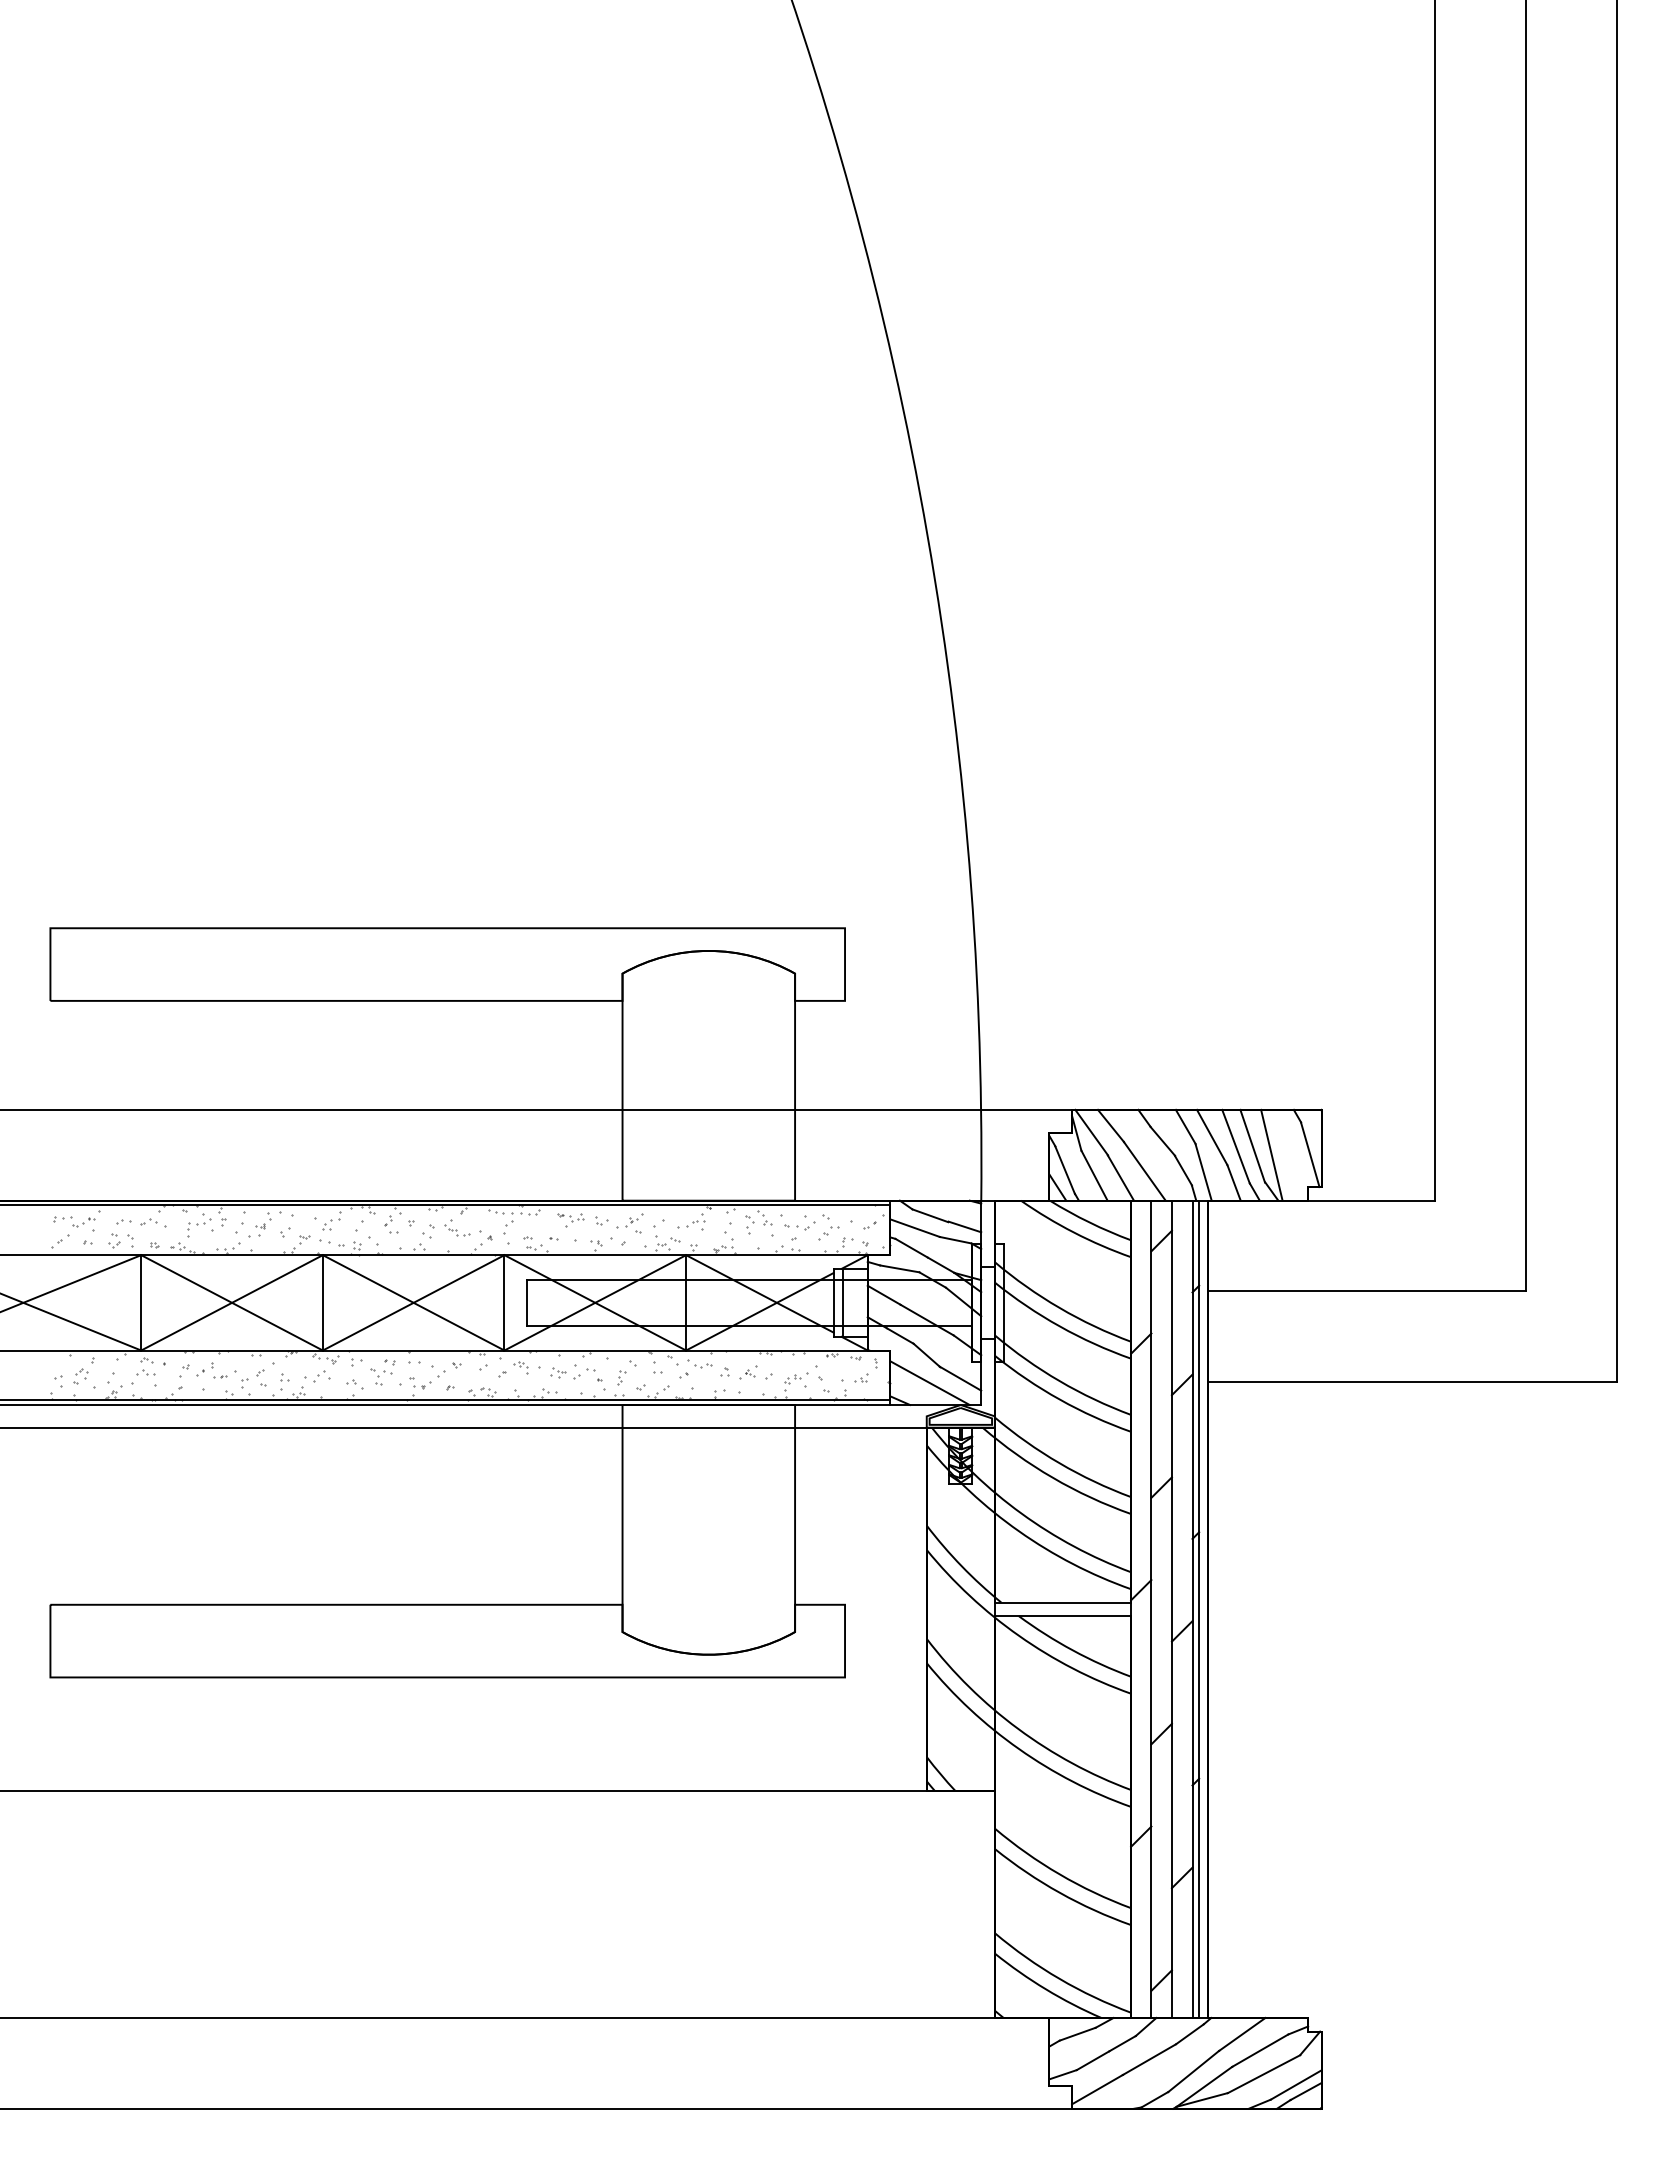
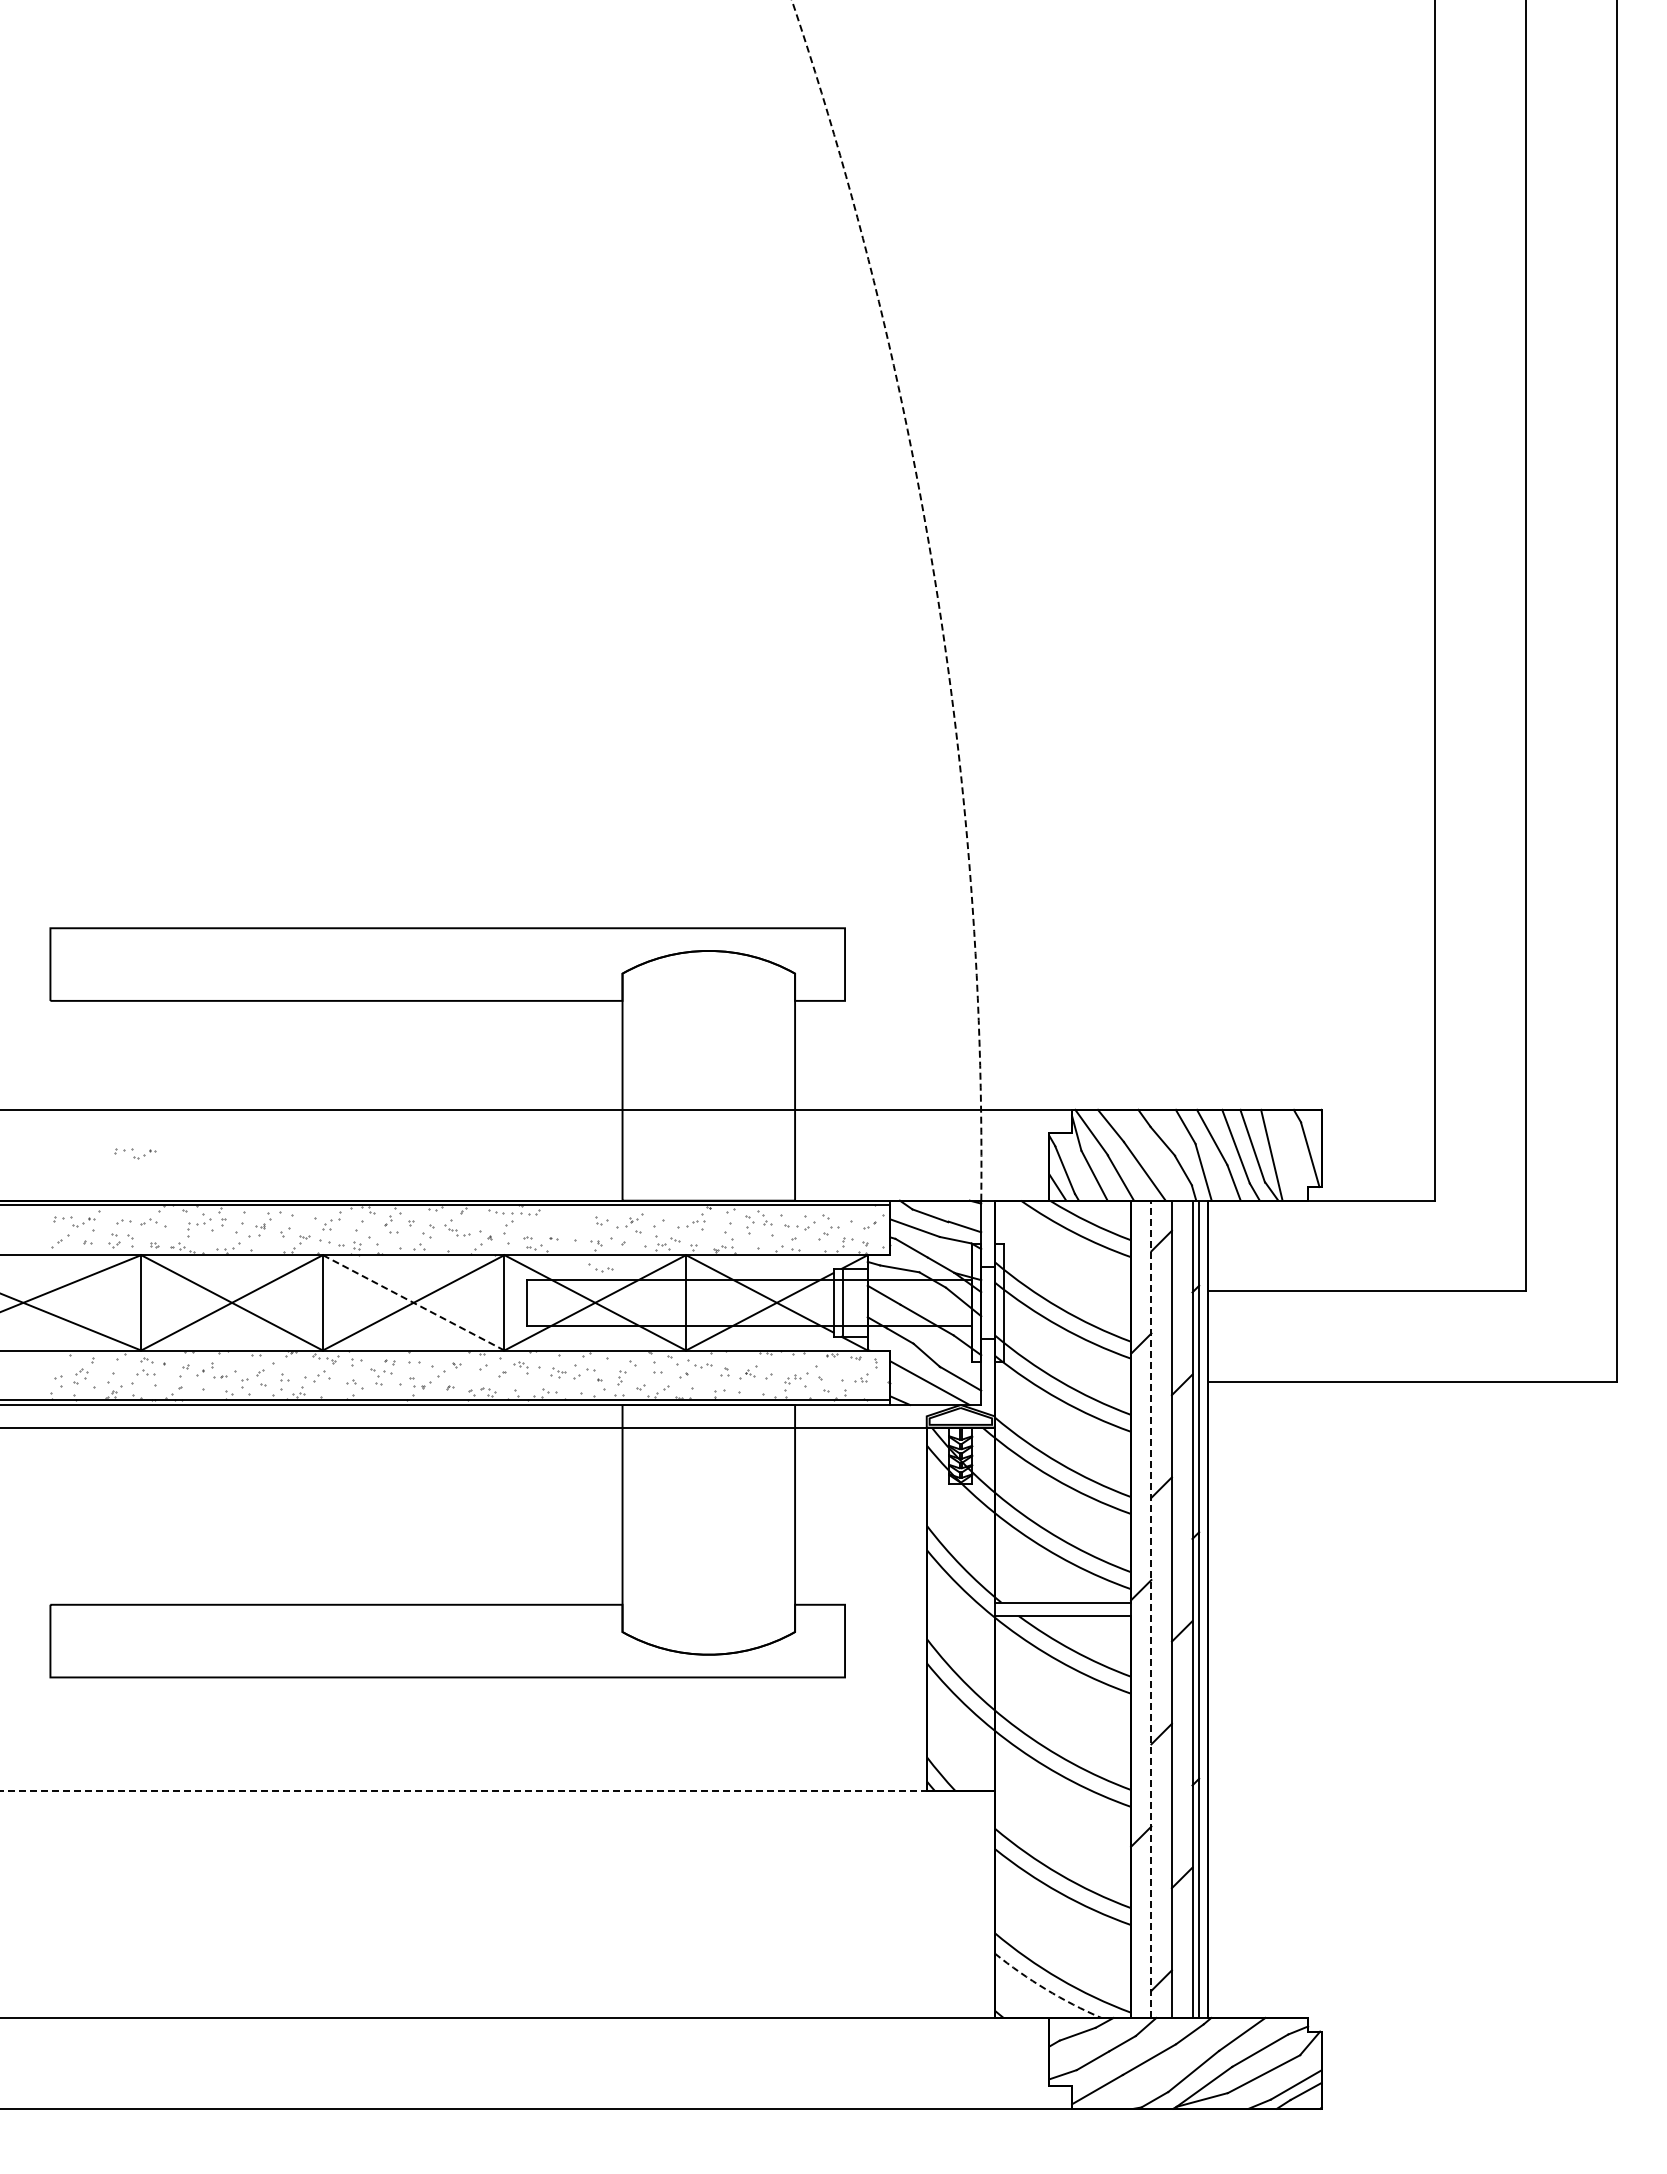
arc at (936, 591): solid -> dashed
part at (135, 1153): none -> present
part at (570, 1220): present -> none
part at (600, 1267): none -> present
line at (413, 1302): solid -> dashed
line at (1151, 1609): solid -> dashed
line at (463, 1790): solid -> dashed
arc at (1045, 1989): solid -> dashed
